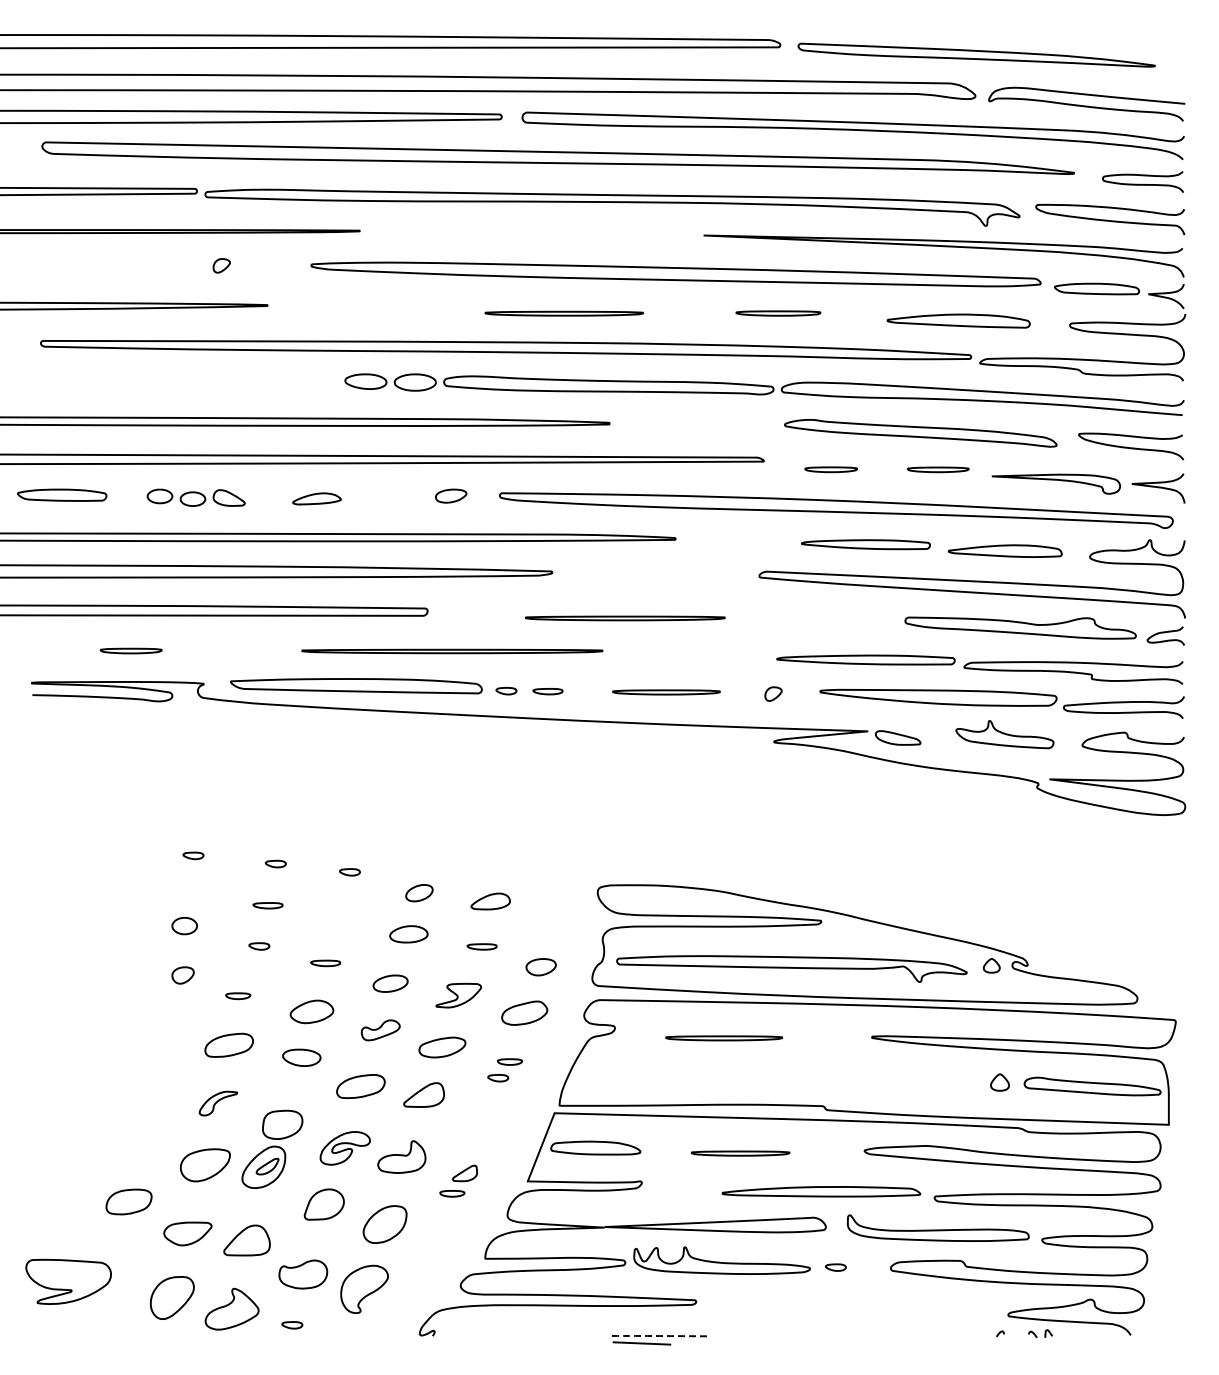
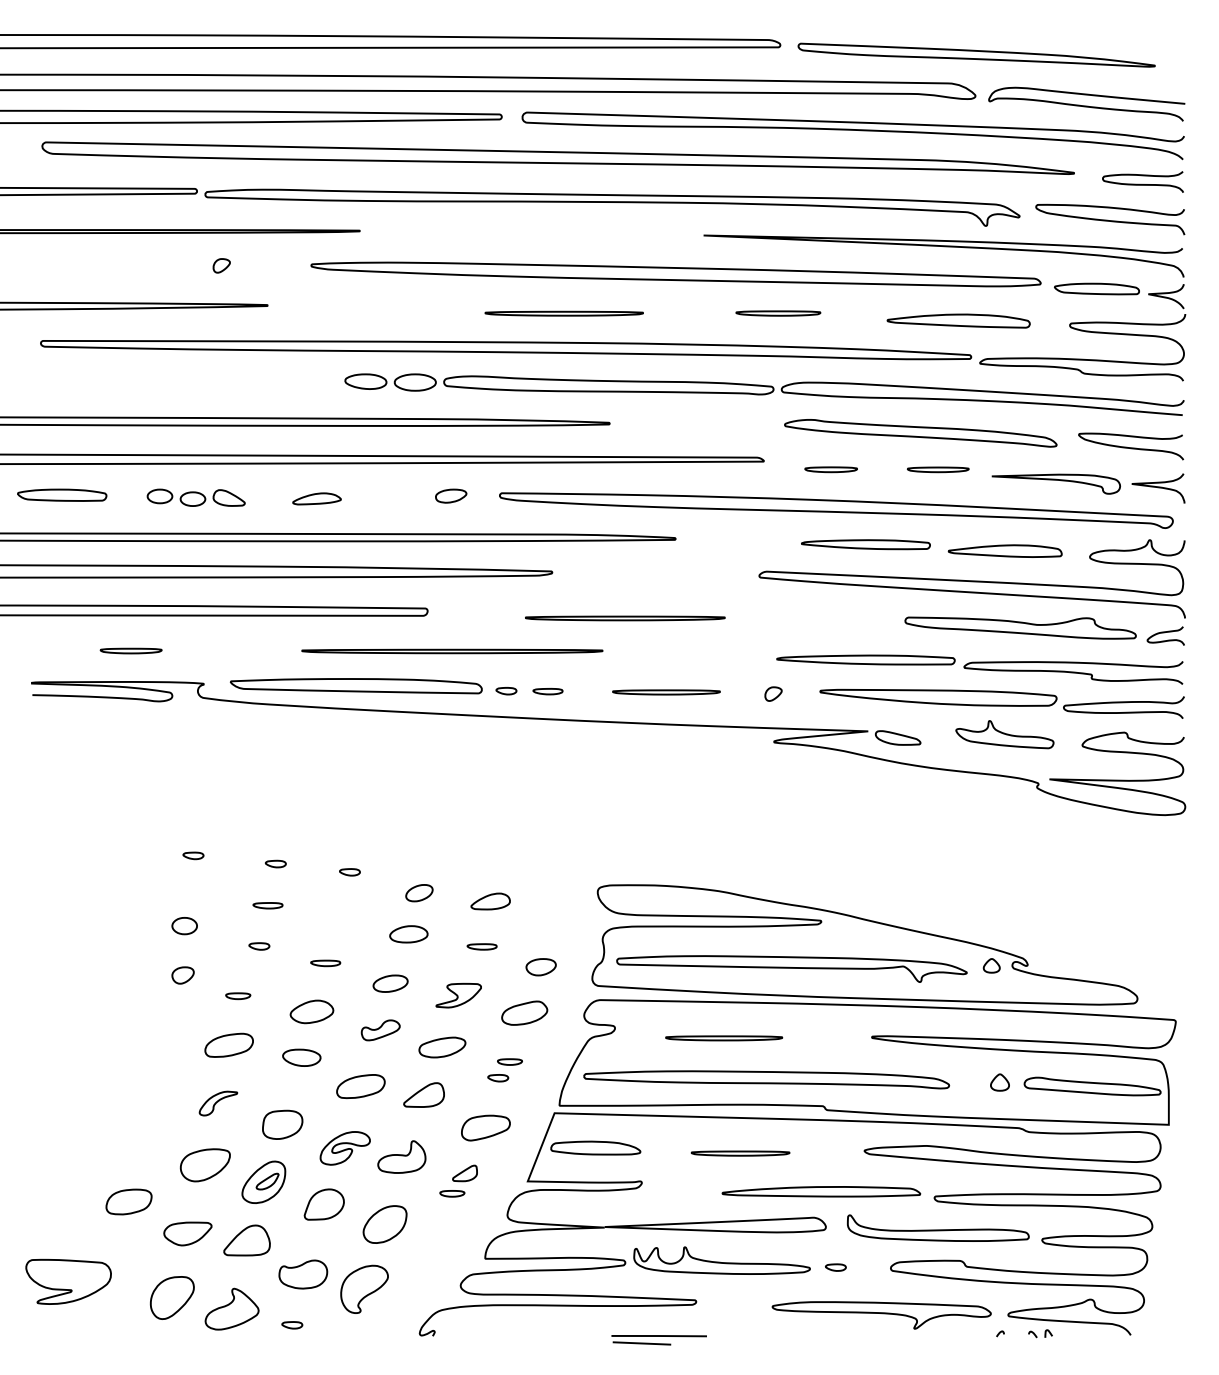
part at (766, 1079): none -> present
part at (485, 1127): none -> present
part at (263, 1166) position: (263, 1166) -> (263, 1181)
part at (881, 1315): none -> present
line at (659, 1336): dashed -> solid
